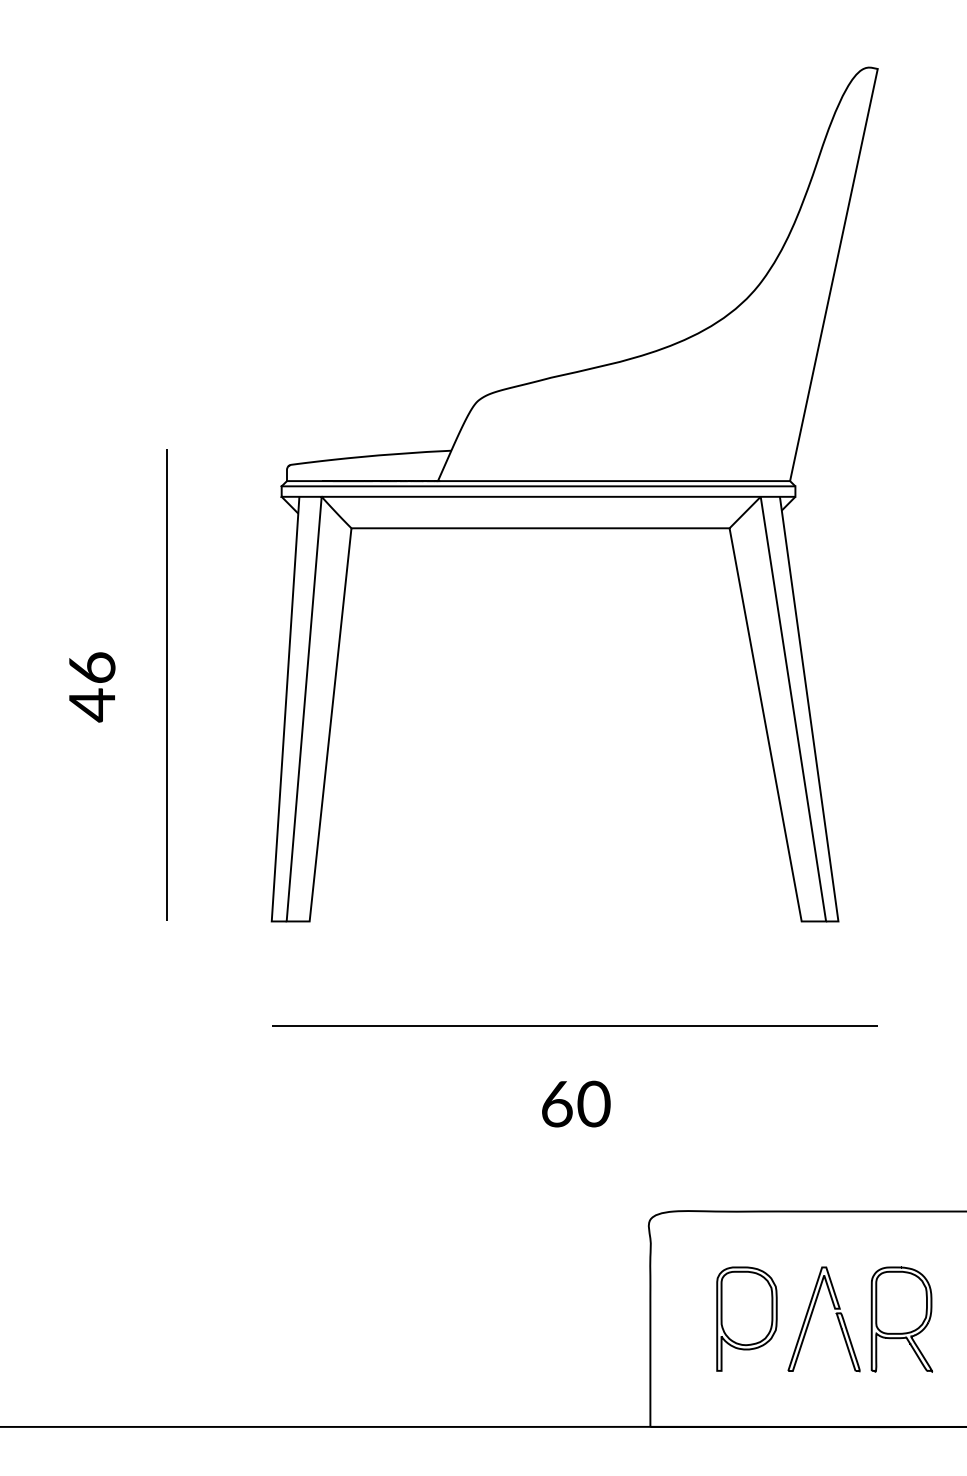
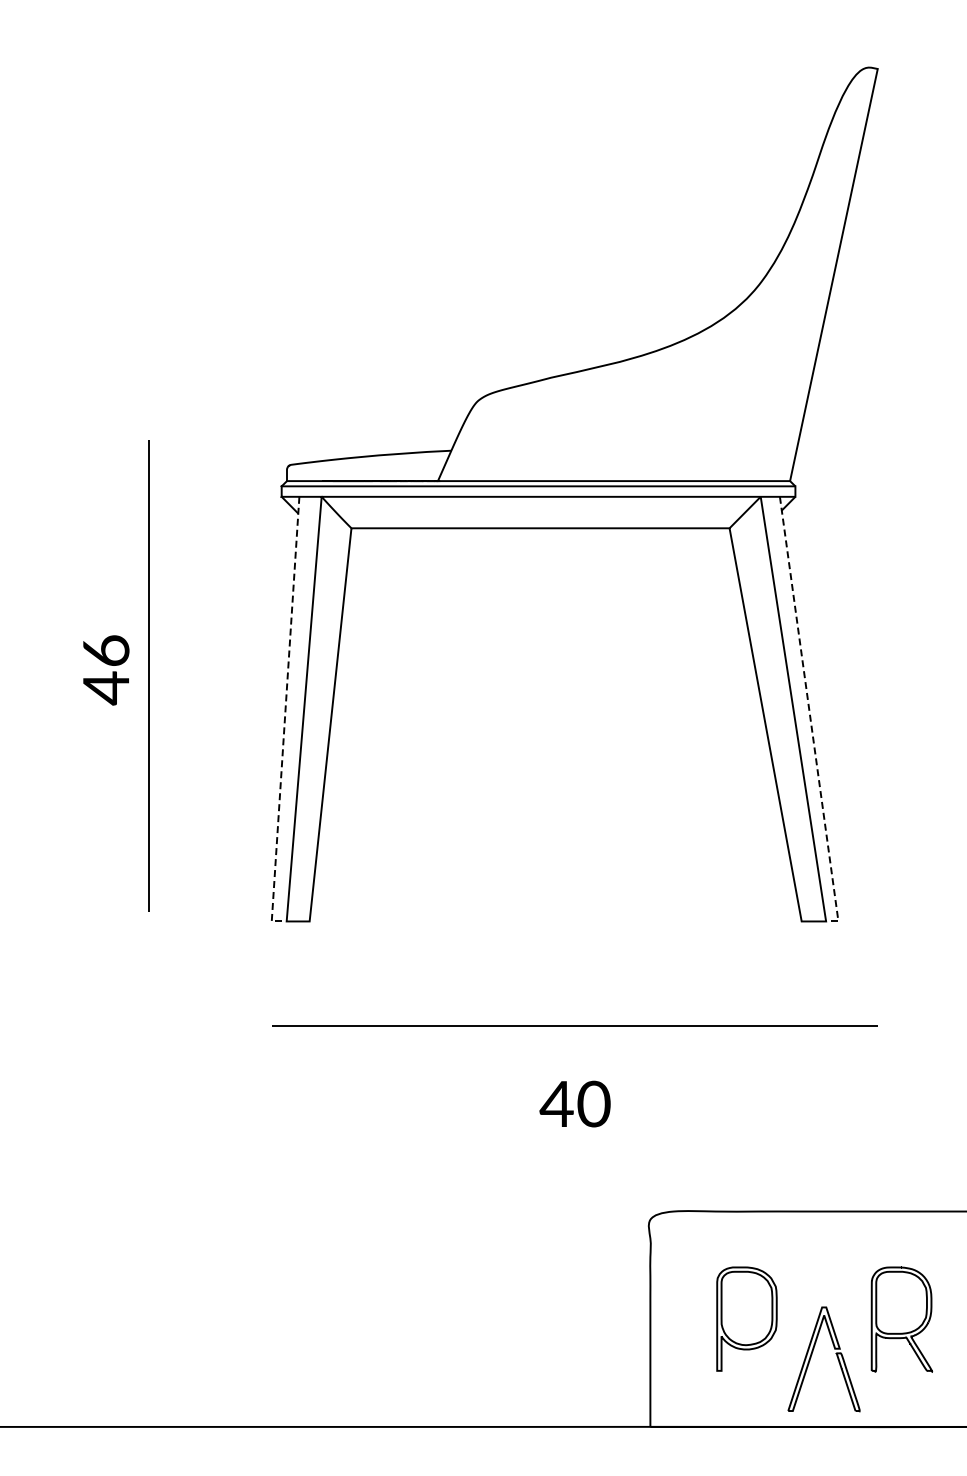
line at (166, 684) position: (166, 684) -> (148, 675)
text at (92, 687) position: (92, 687) -> (106, 670)
line at (810, 716): solid -> dashed
line at (285, 717): solid -> dashed
text at (556, 1104): 60 -> 40
part at (812, 1314) position: (812, 1314) -> (812, 1354)
